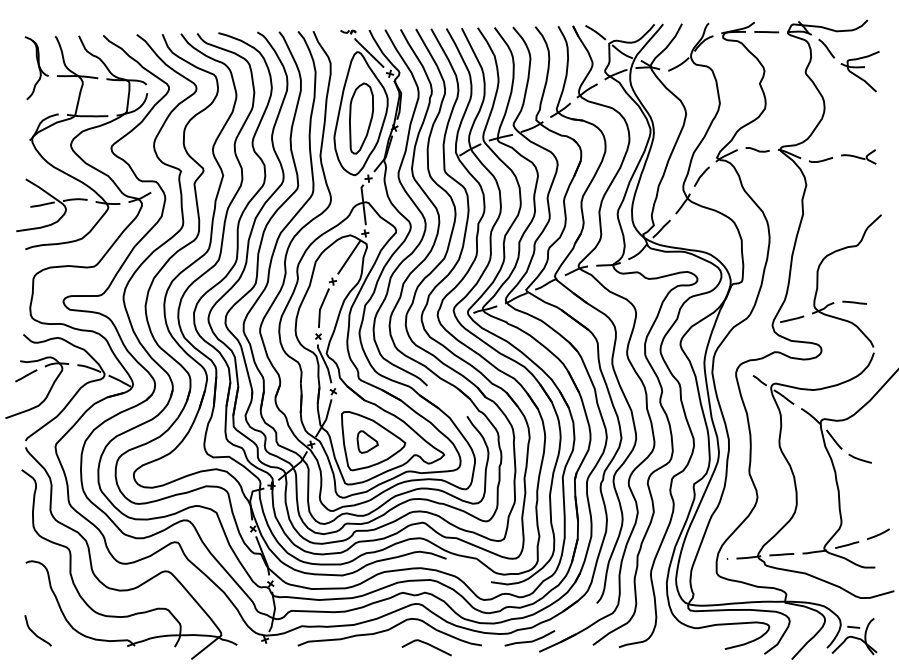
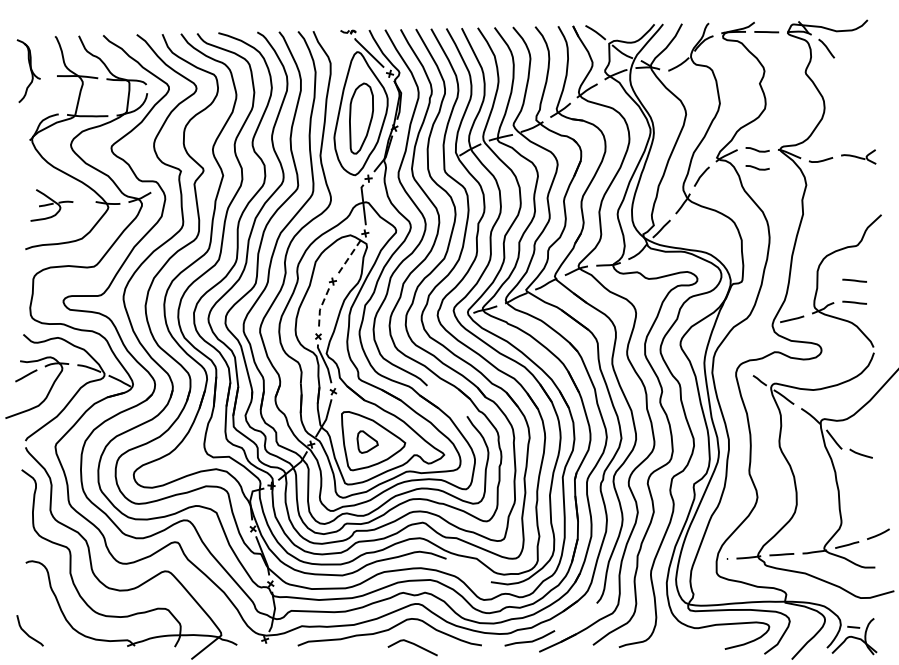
part at (36, 68) position: (36, 68) -> (28, 71)
part at (859, 71): present -> none
curve at (757, 167): none -> present
part at (51, 205) size: 72x55 px -> 44x33 px
line at (349, 257): solid -> dashed
line at (854, 280): none -> present
line at (320, 308): solid -> dashed
curve at (859, 458) position: (859, 458) -> (860, 453)
curve at (34, 632) position: (34, 632) -> (26, 632)
line at (428, 645) position: (428, 645) -> (414, 645)
